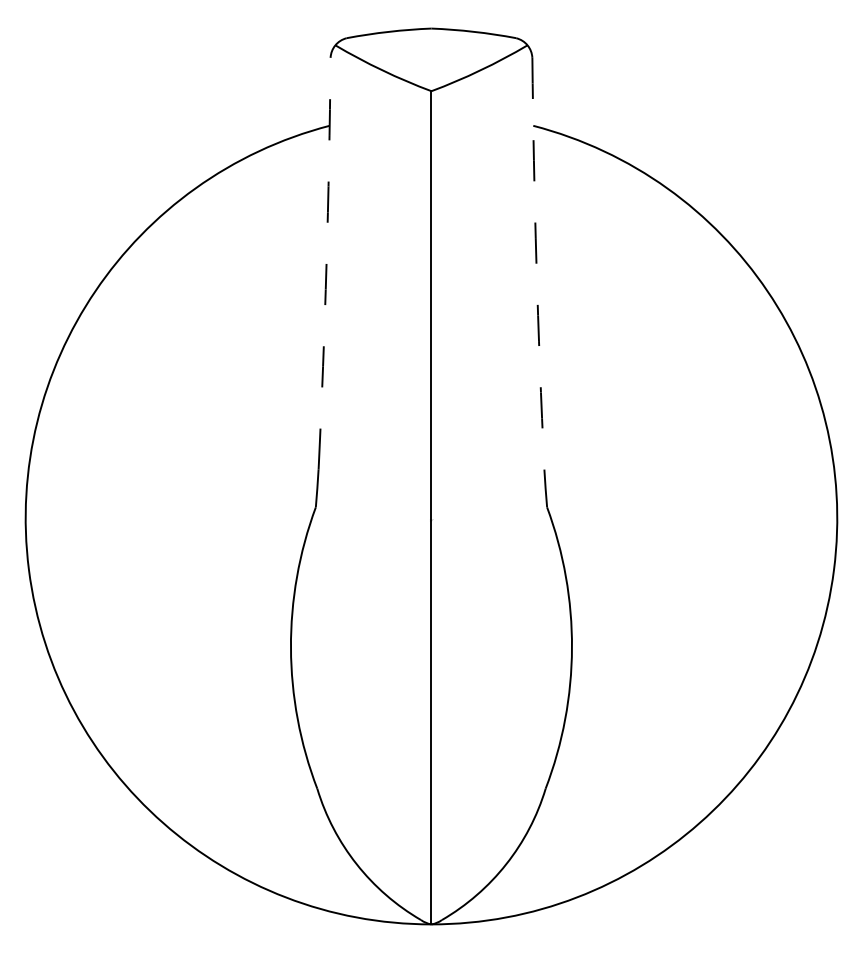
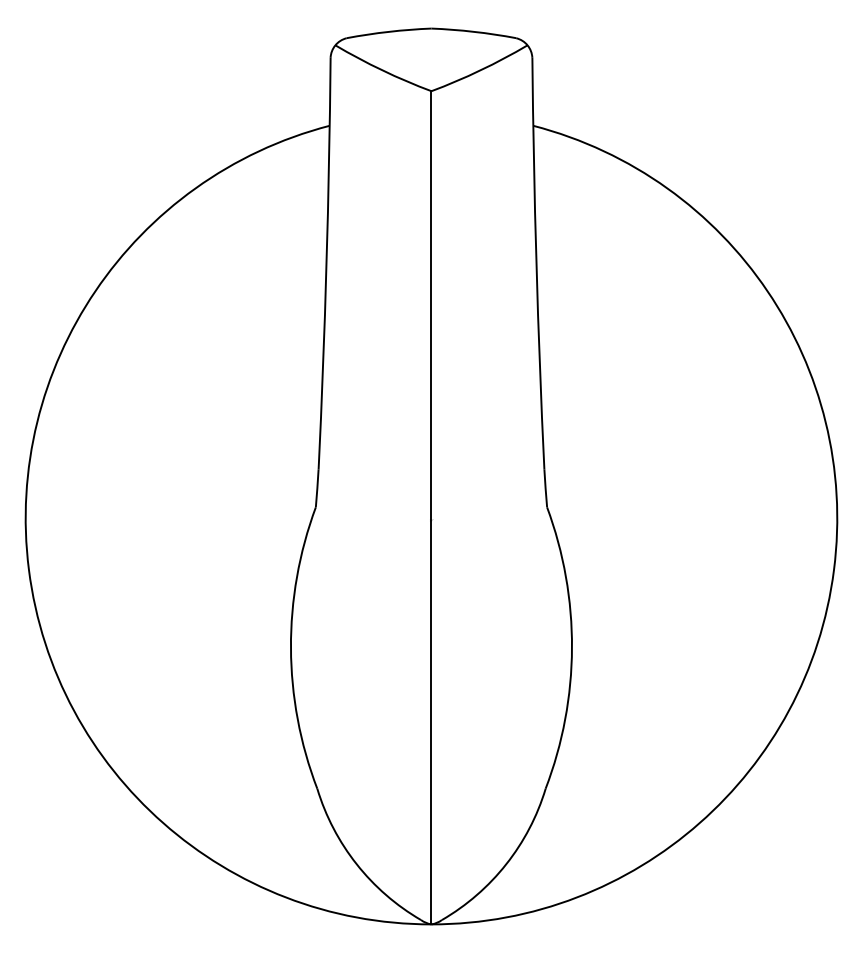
arc at (326, 263): dashed -> solid
arc at (536, 263): dashed -> solid
